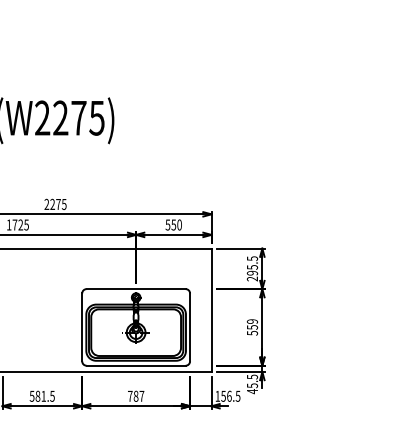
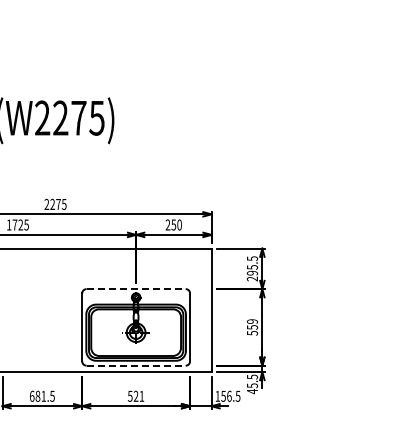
text at (167, 224): 550 -> 250
line at (136, 289): solid -> dashed
line at (136, 365): solid -> dashed
text at (31, 395): 581.5 -> 681.5
text at (135, 395): 787 -> 521
